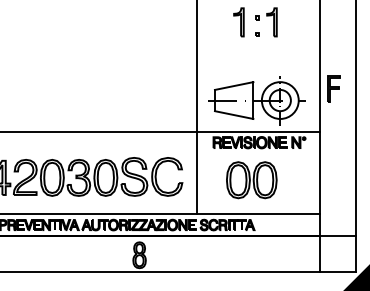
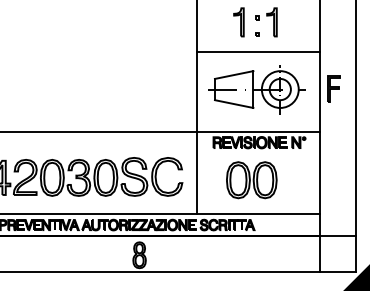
line at (258, 52): none -> present
part at (256, 100) position: (256, 100) -> (256, 89)
